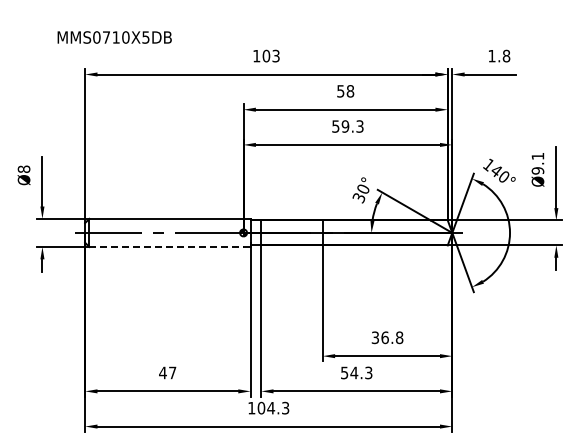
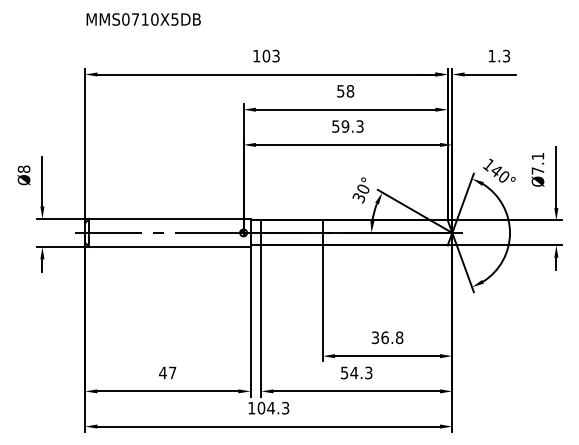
text at (114, 37) position: (114, 37) -> (143, 19)
text at (506, 55): 1.8 -> 1.3
text at (537, 170): Ø9.1 -> Ø7.1
line at (166, 247): dashed -> solid
